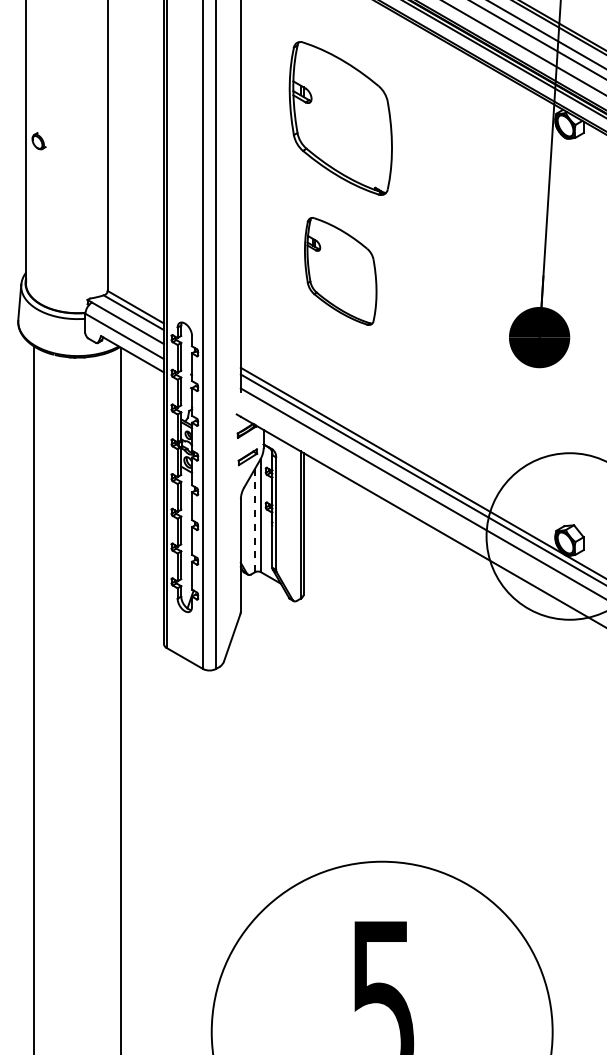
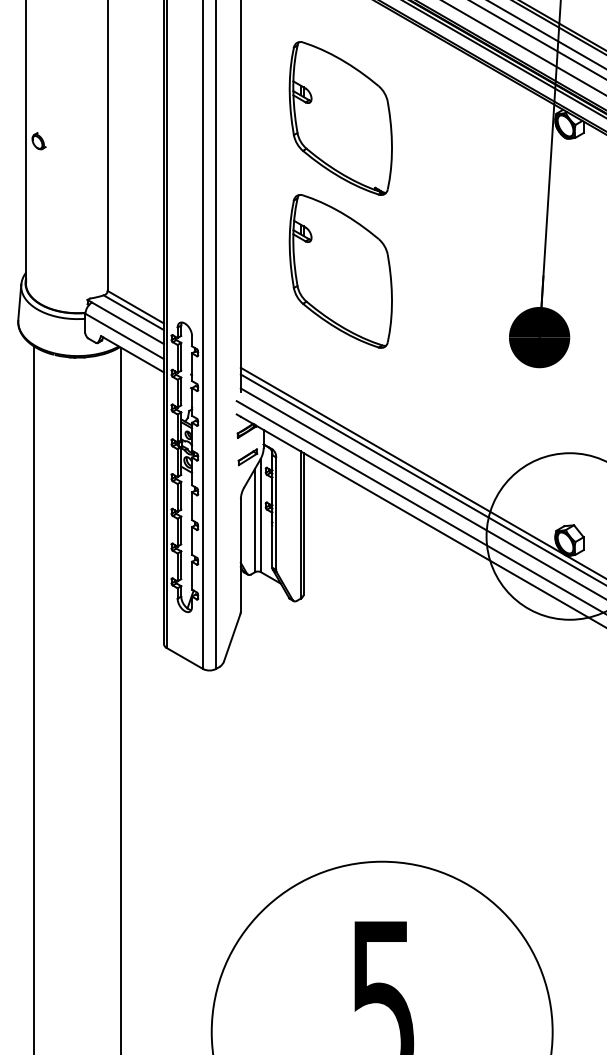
part at (340, 271) size: 74x109 px -> 105x155 px
line at (419, 506): none -> present
line at (255, 520): dashed -> solid
